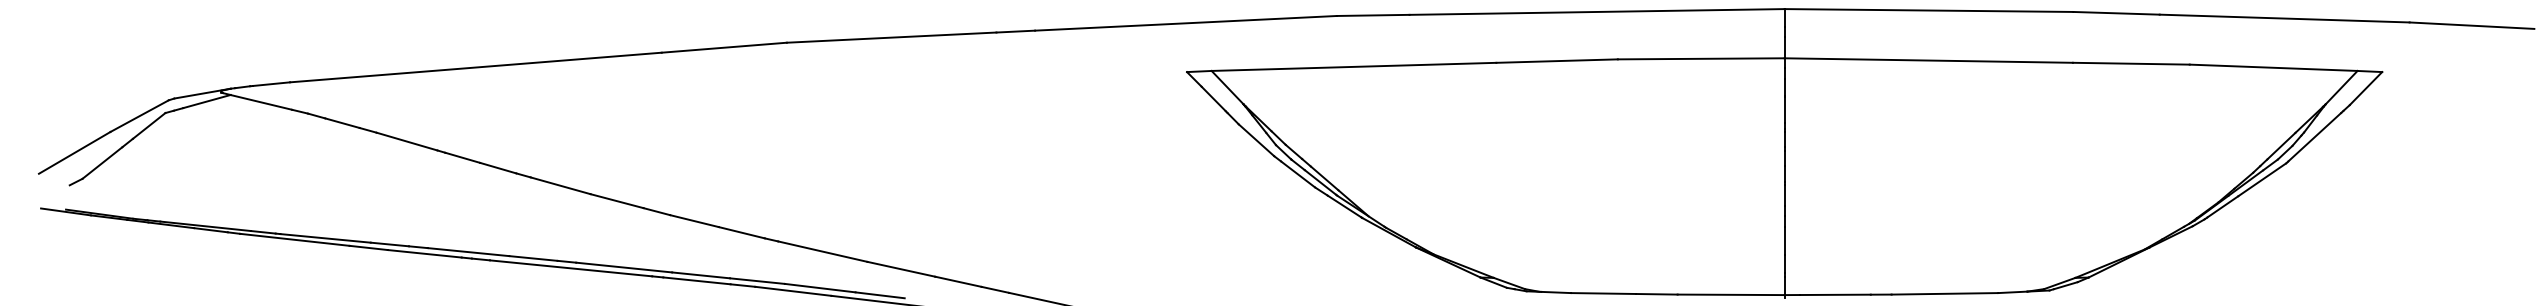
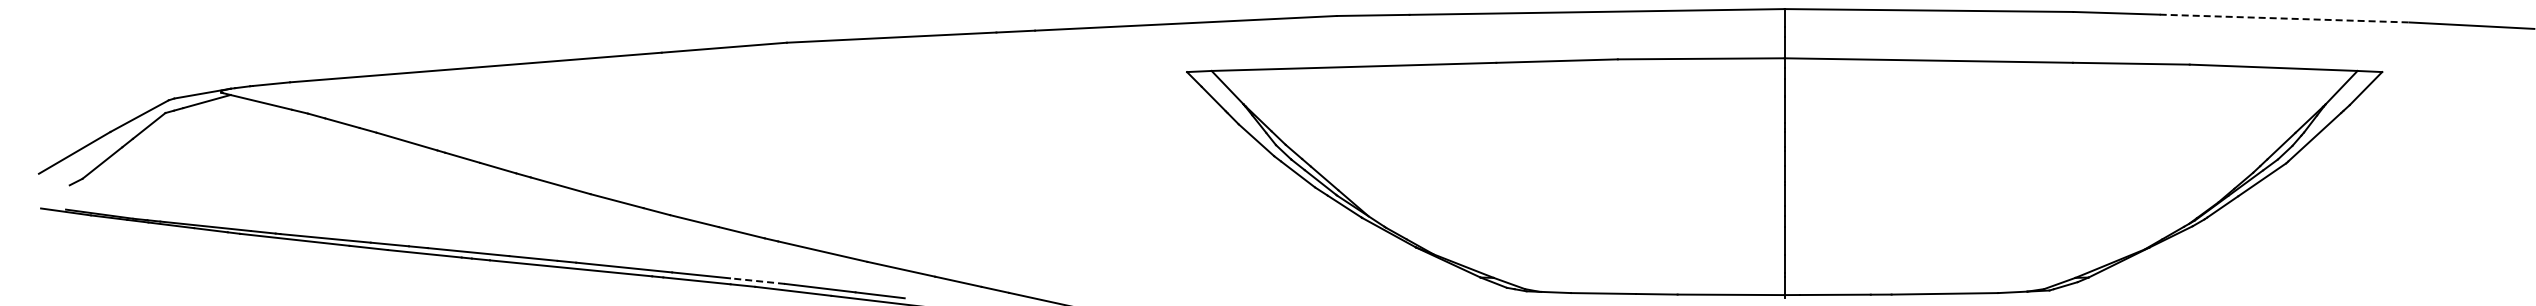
line at (2285, 18): solid -> dashed
line at (757, 281): solid -> dashed
